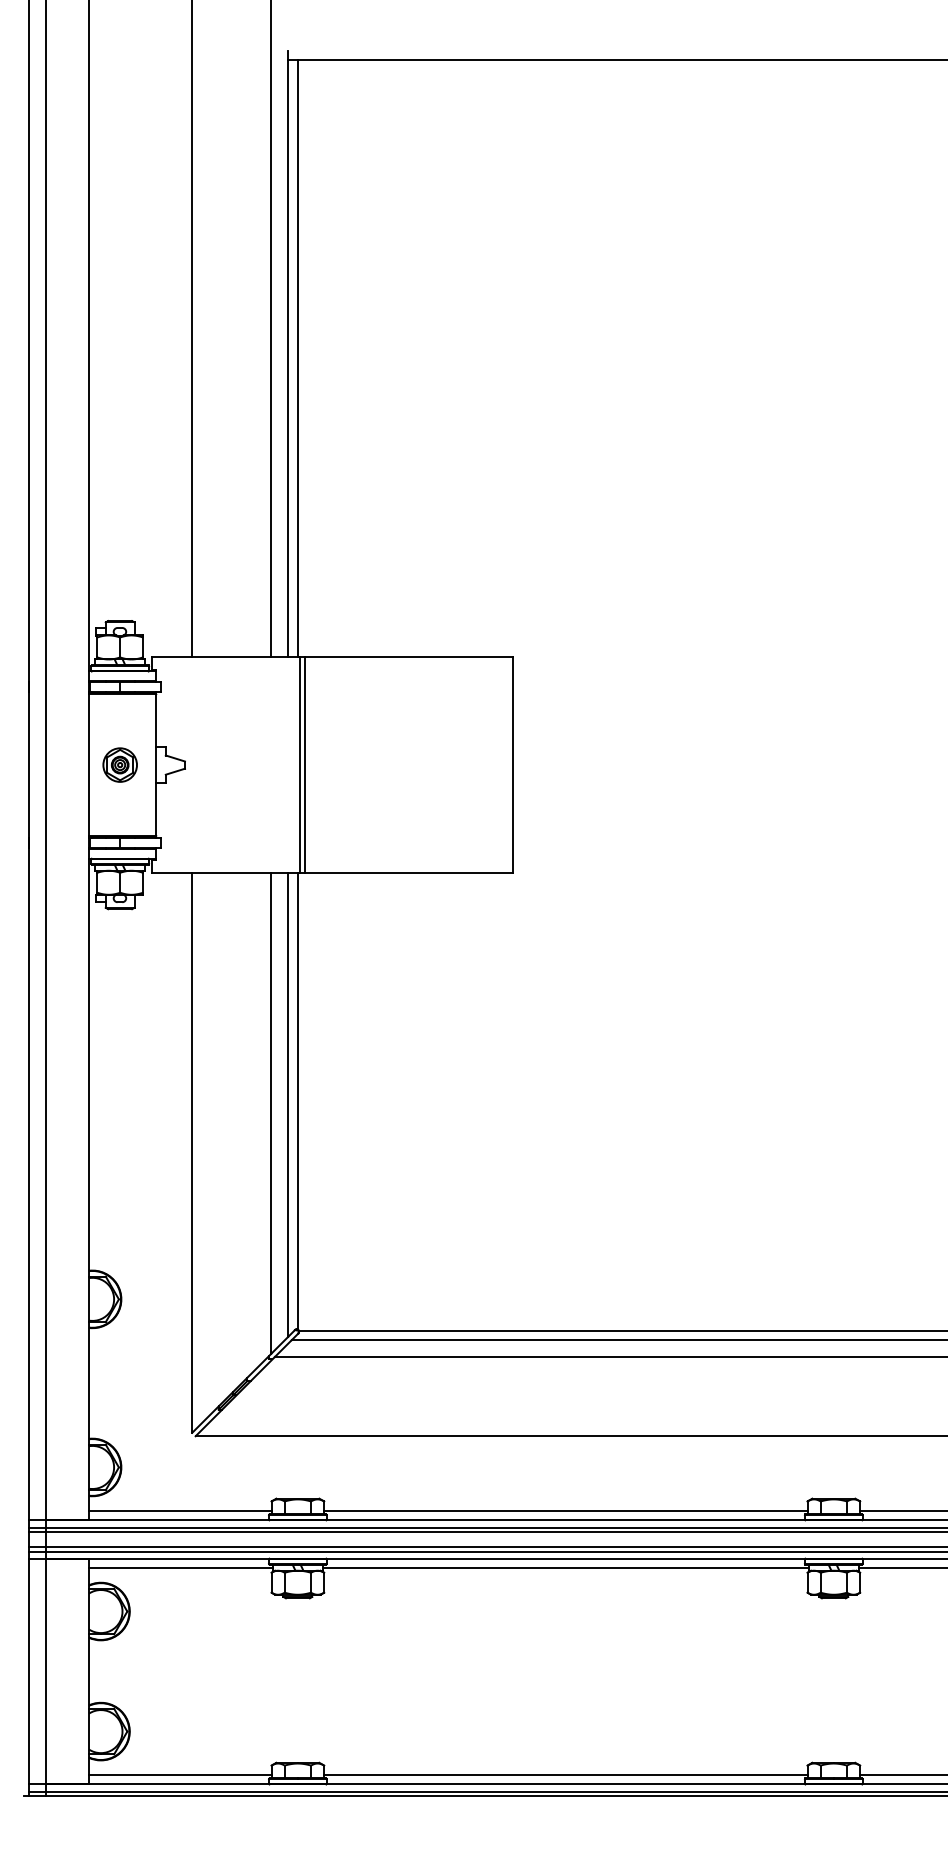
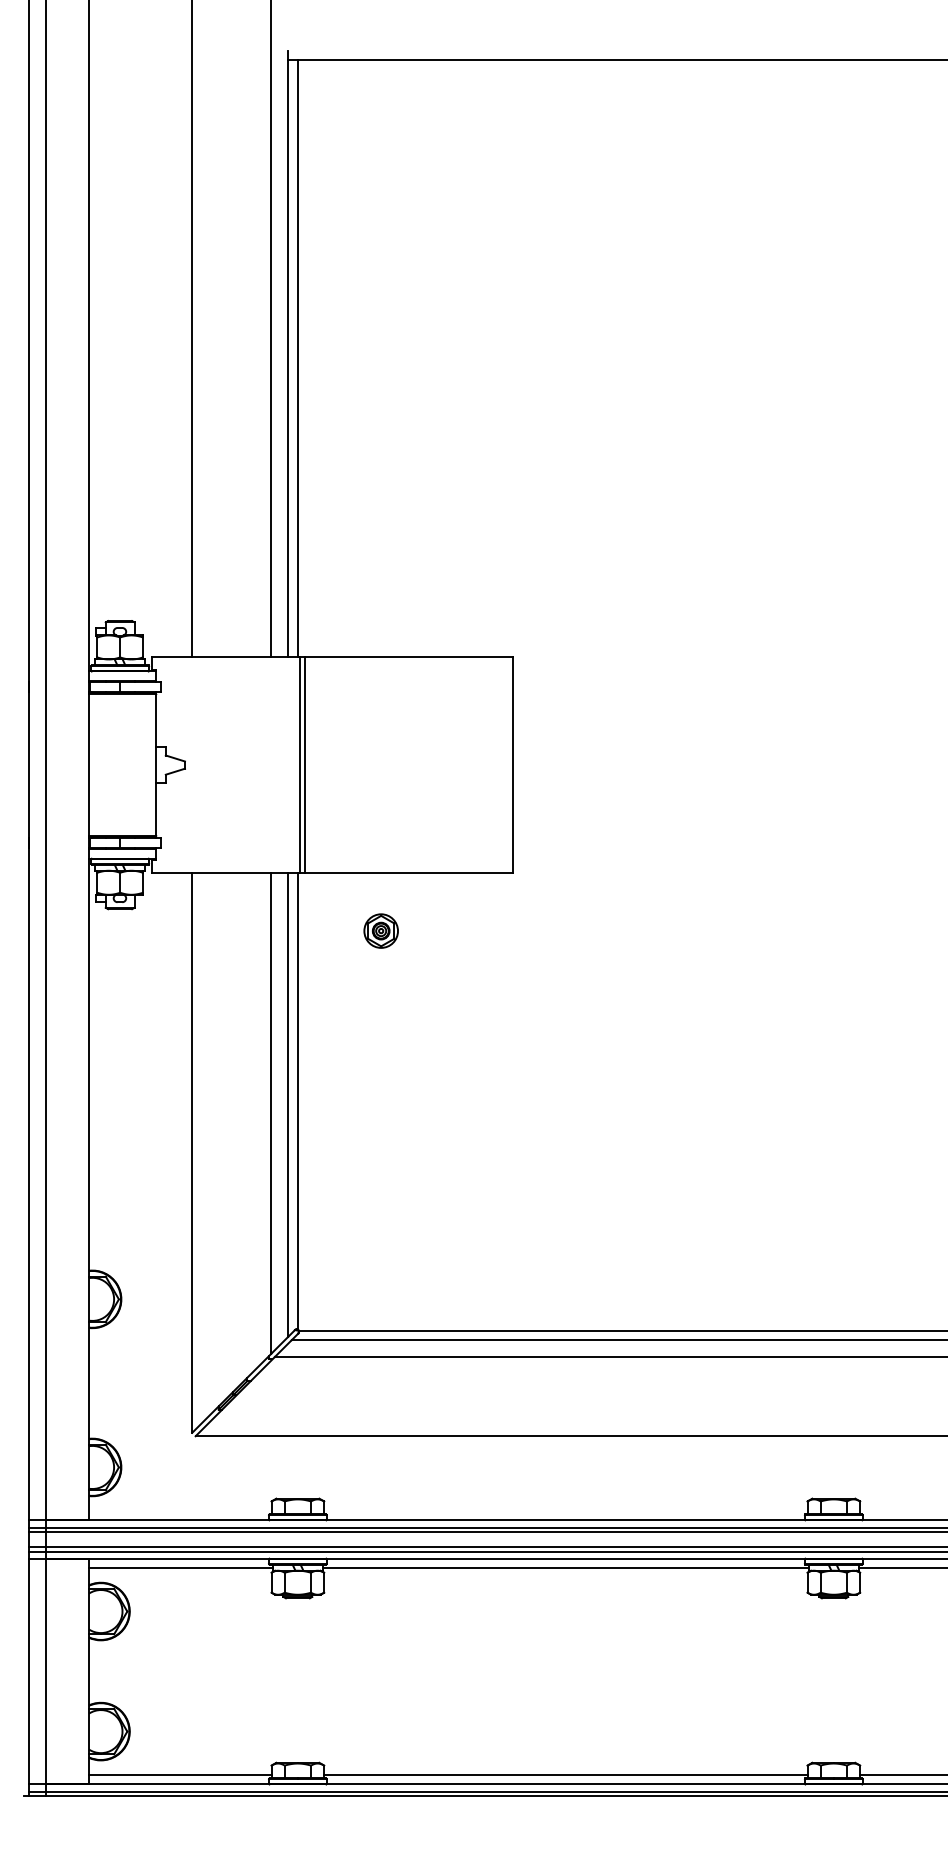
part at (119, 764) position: (119, 764) -> (380, 930)
line at (179, 1510): present -> none
line at (565, 1510): present -> none
line at (902, 1510): present -> none
